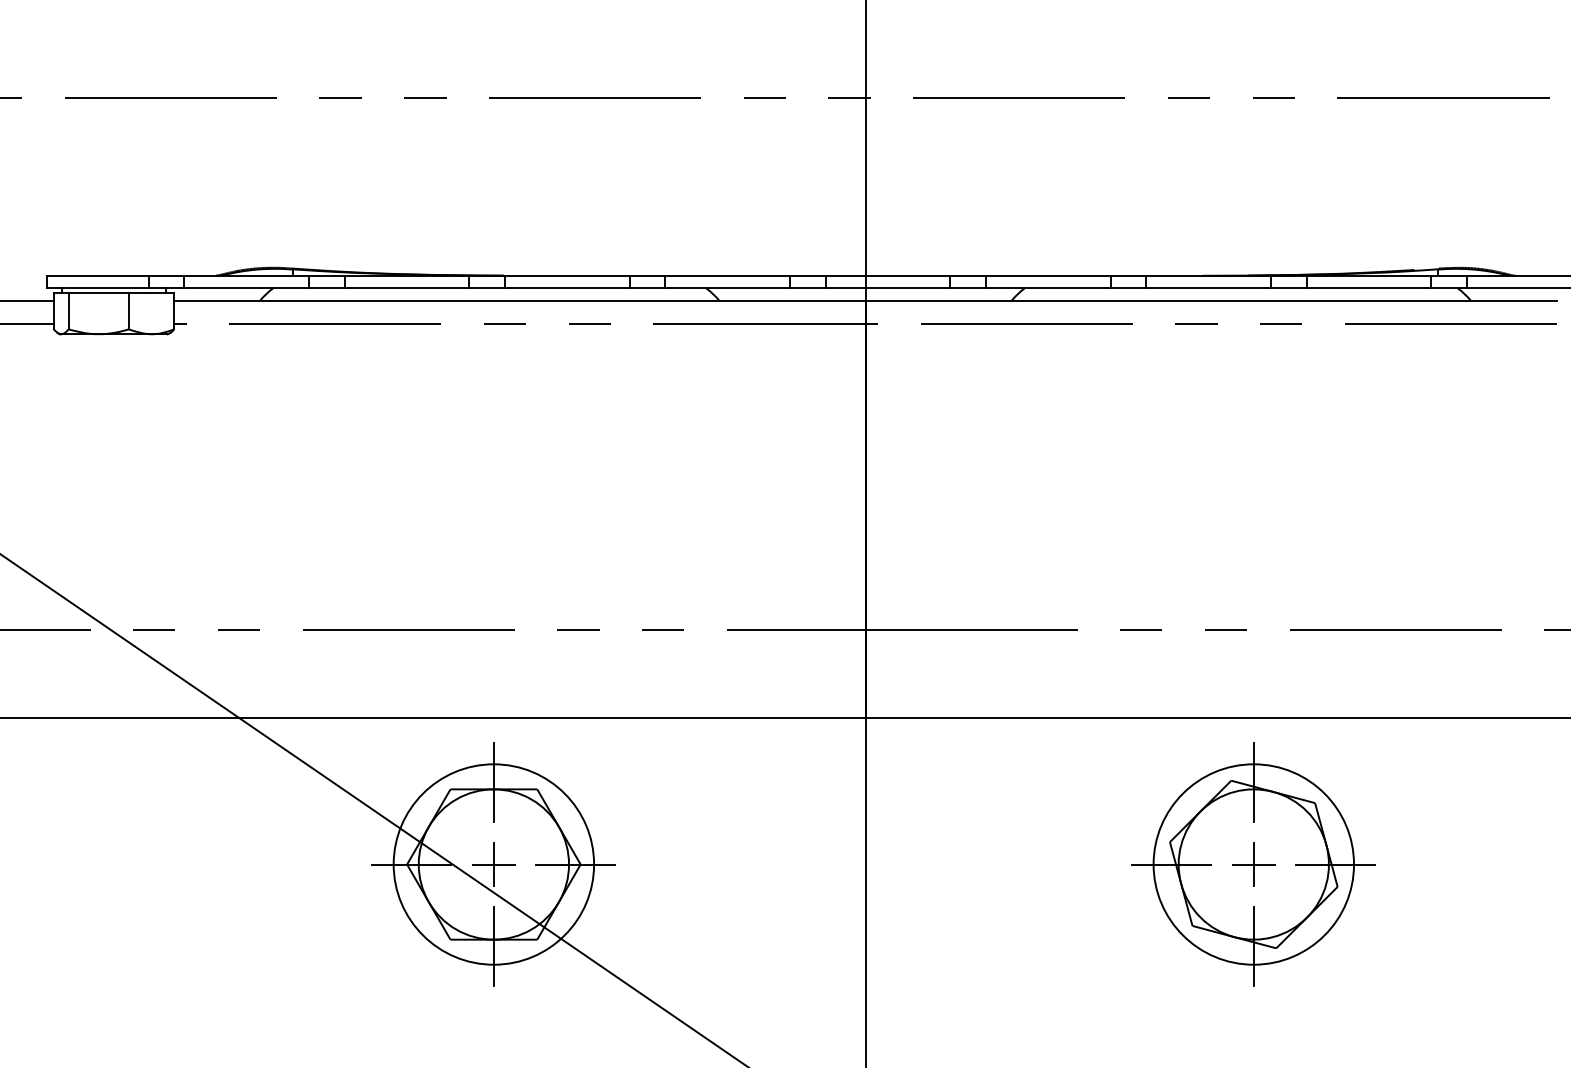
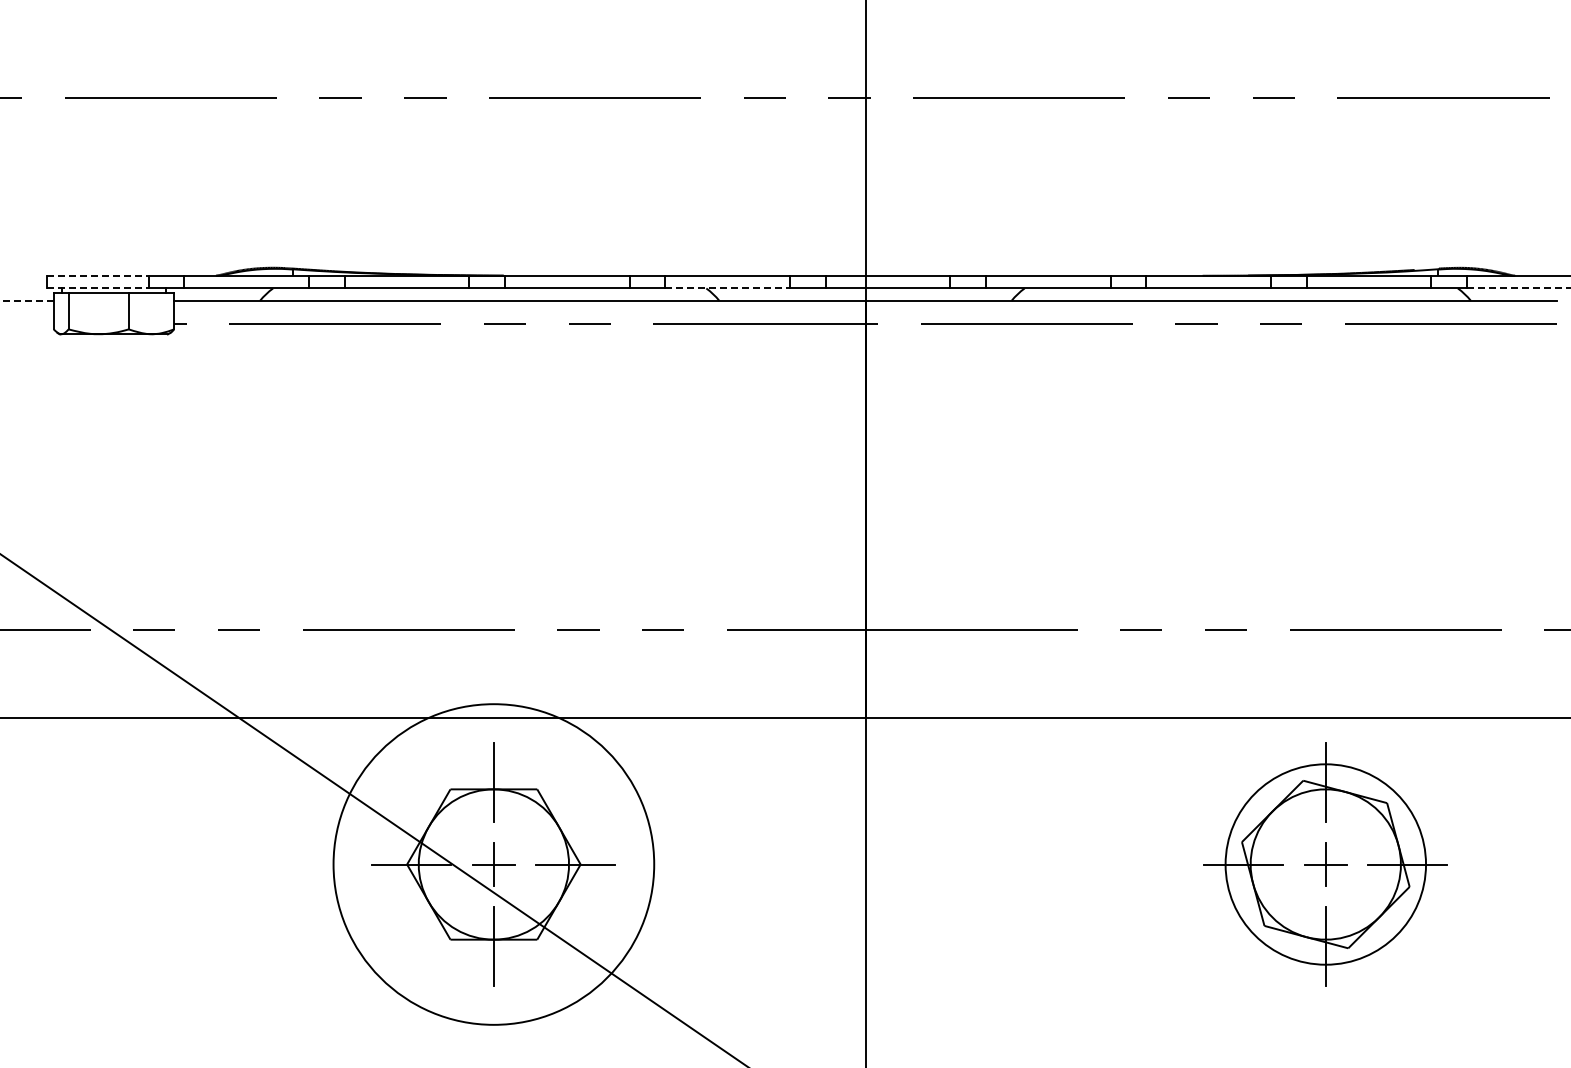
line at (97, 275): solid -> dashed
line at (97, 288): solid -> dashed
line at (728, 288): solid -> dashed
line at (1518, 288): solid -> dashed
line at (26, 300): solid -> dashed
line at (27, 324): present -> none
circle at (493, 864) diameter: 200 px -> 321 px
part at (1253, 864) position: (1253, 864) -> (1325, 864)
